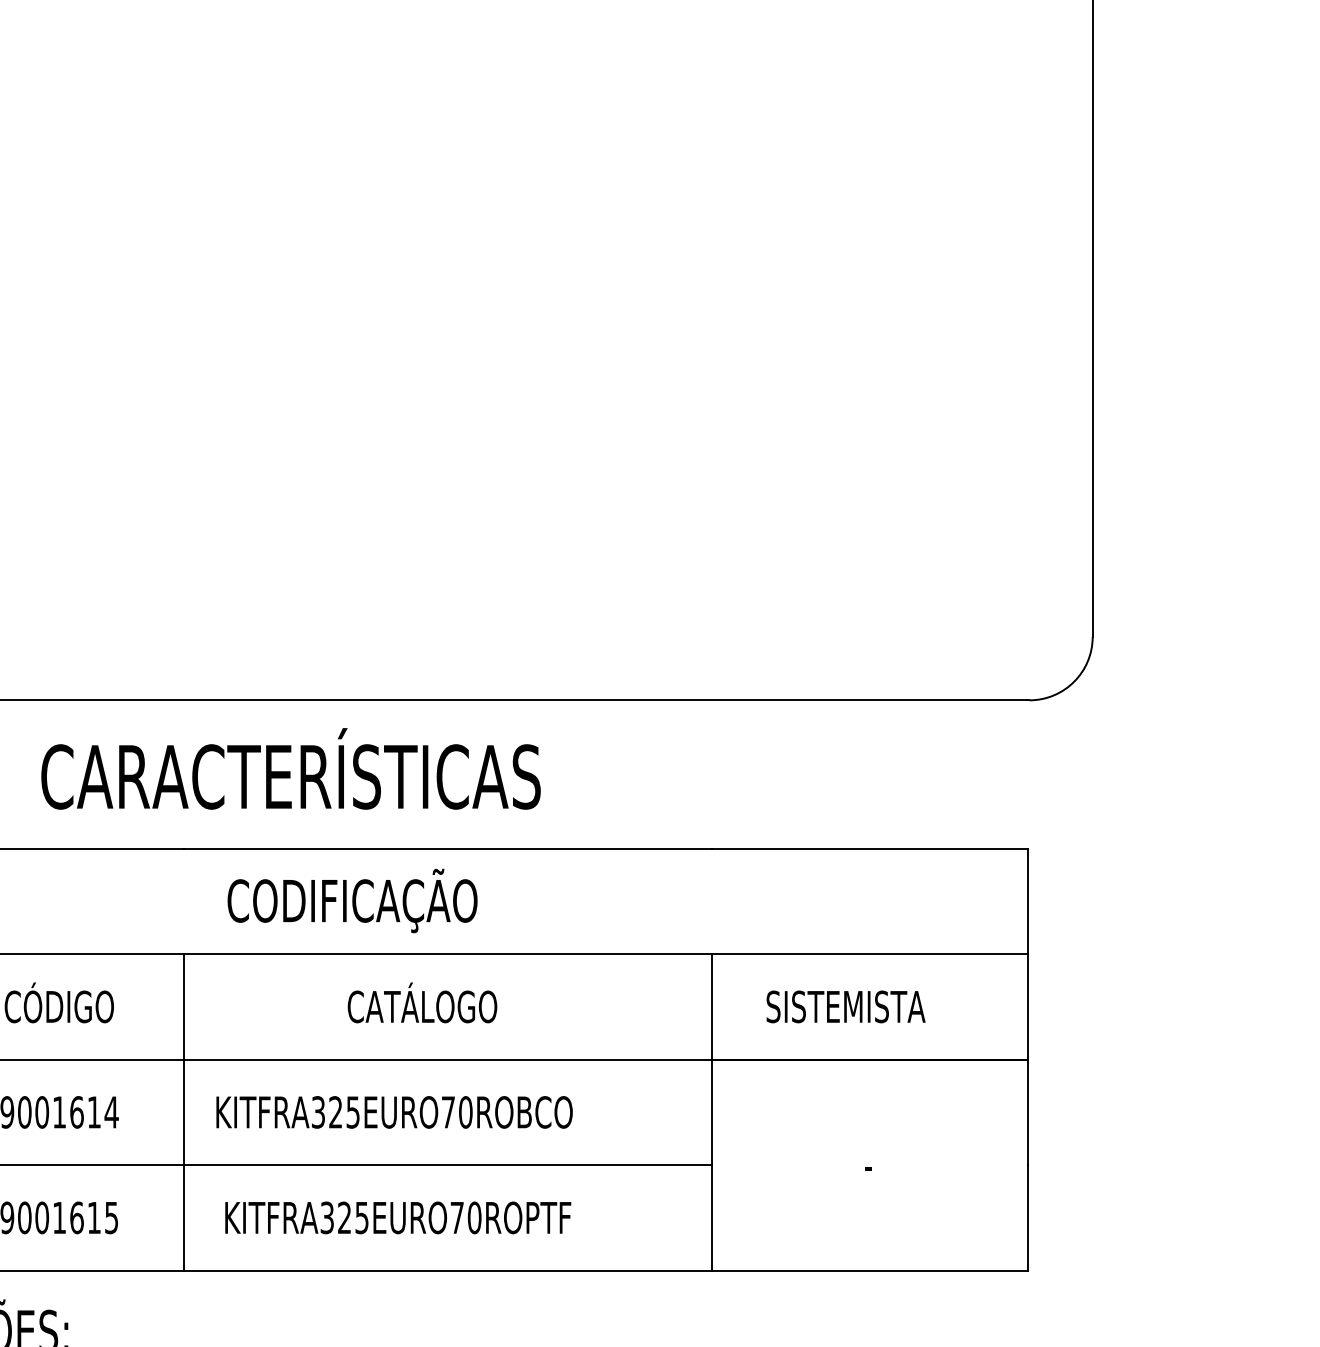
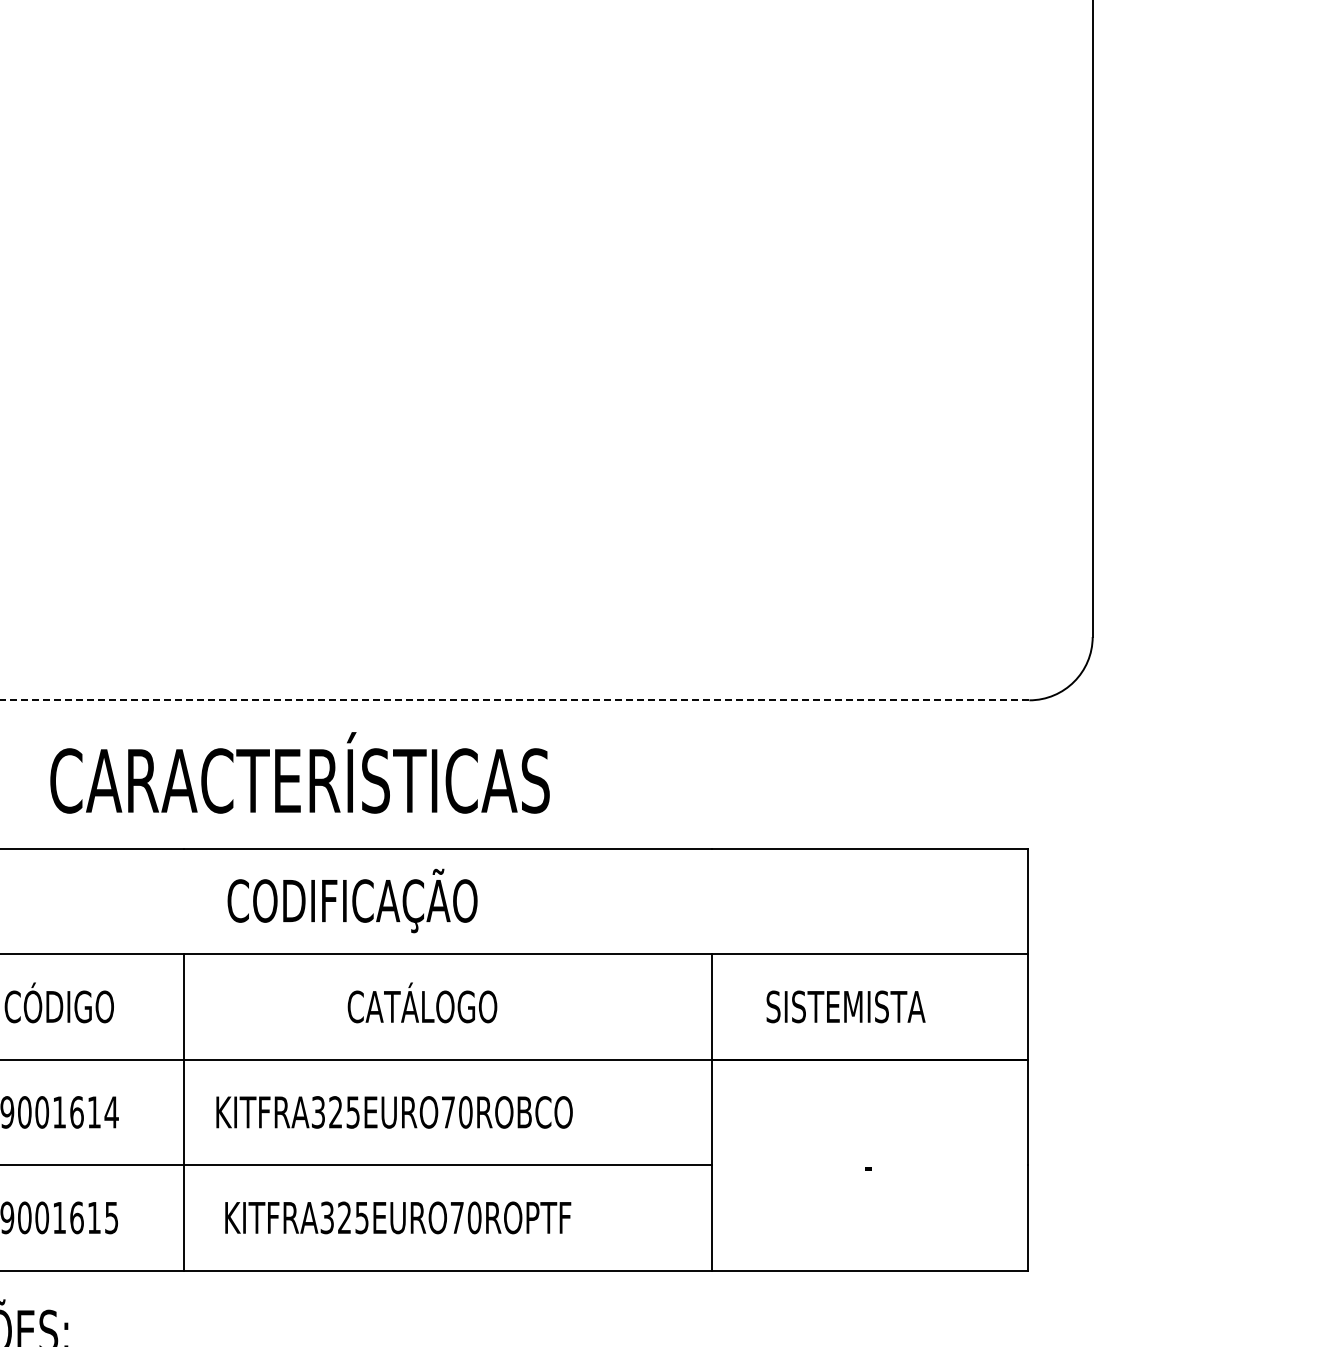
line at (514, 700): solid -> dashed
text at (290, 768) position: (290, 768) -> (299, 772)
